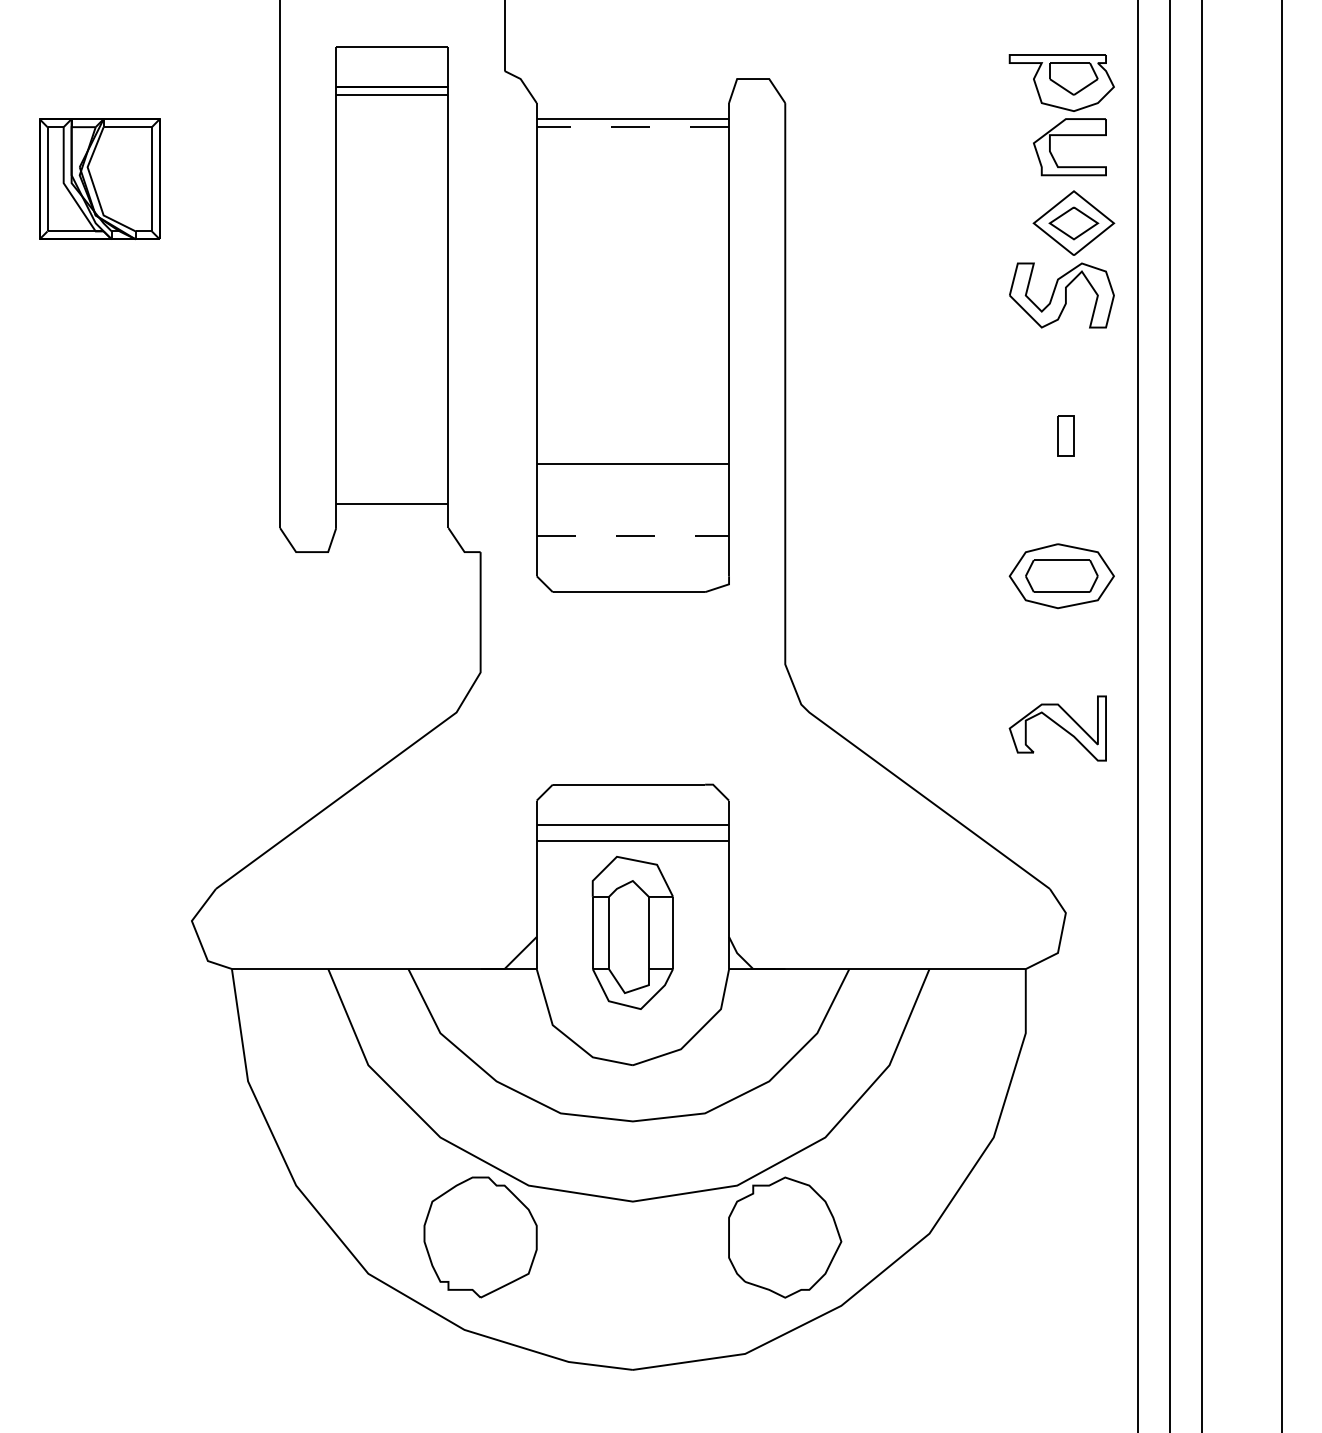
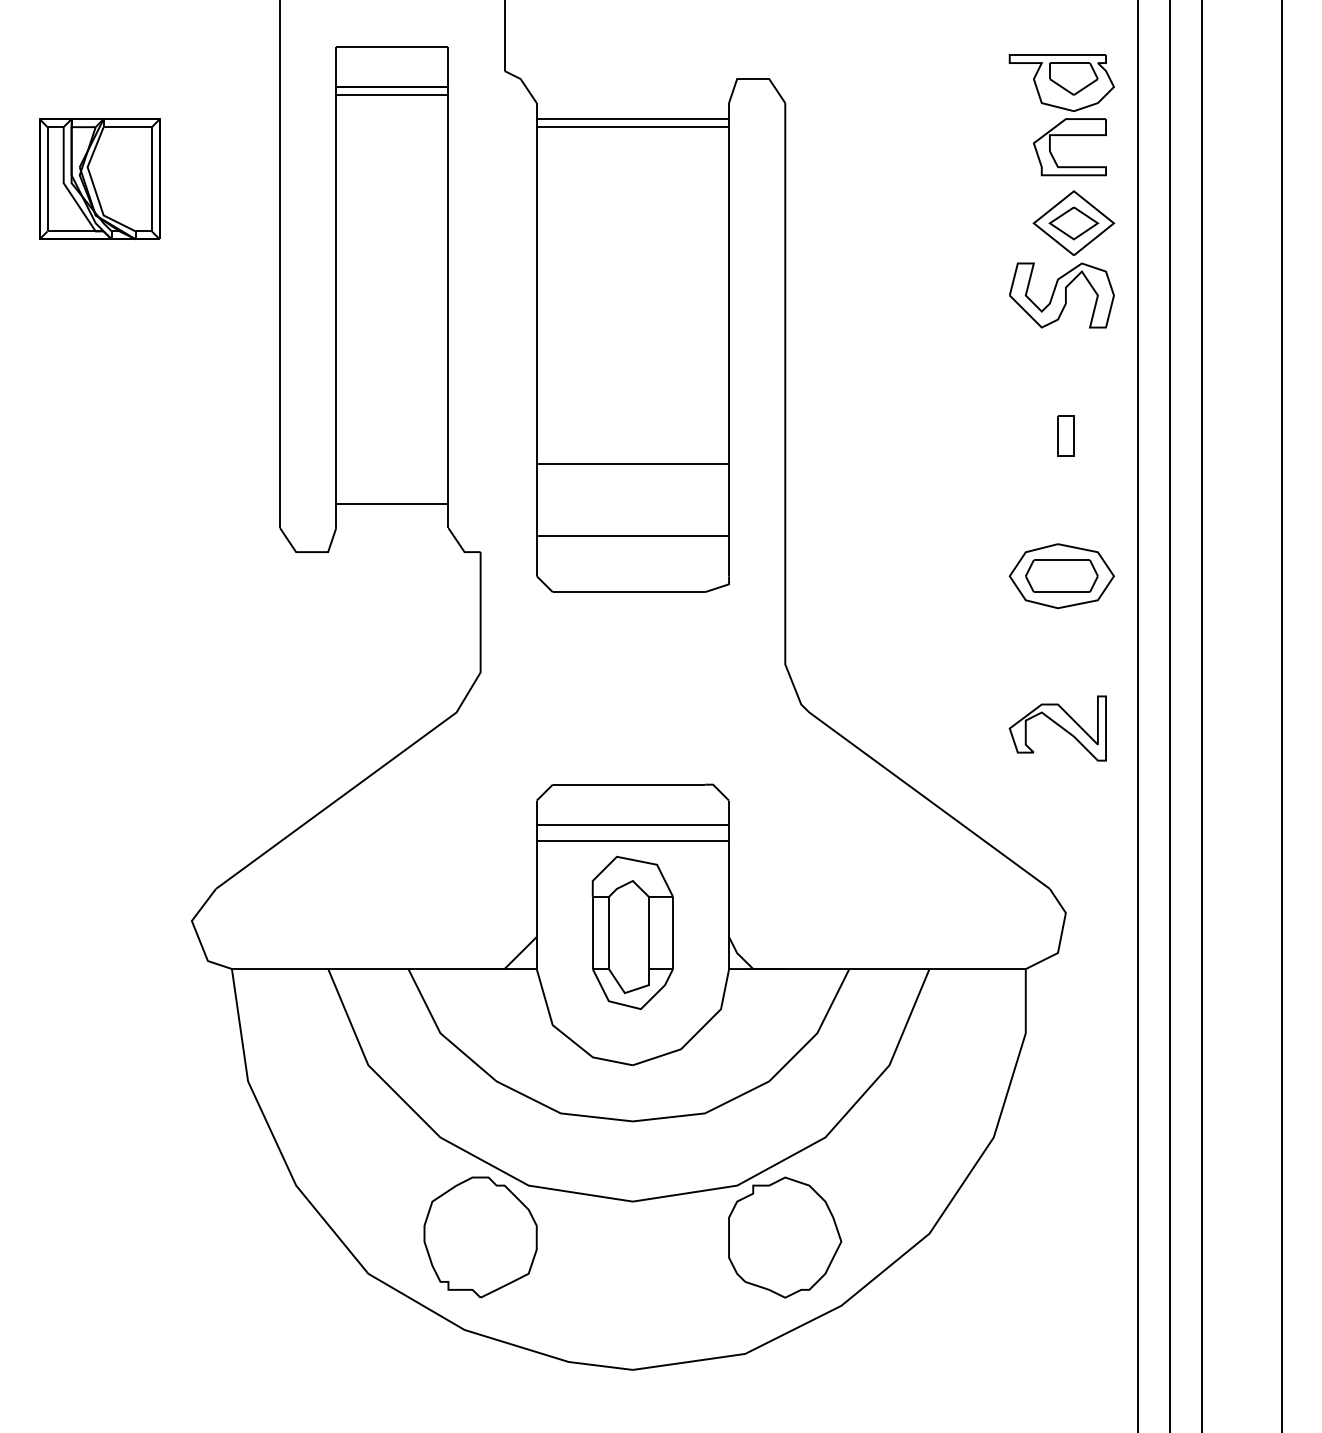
line at (632, 127): dashed -> solid
line at (633, 536): dashed -> solid
